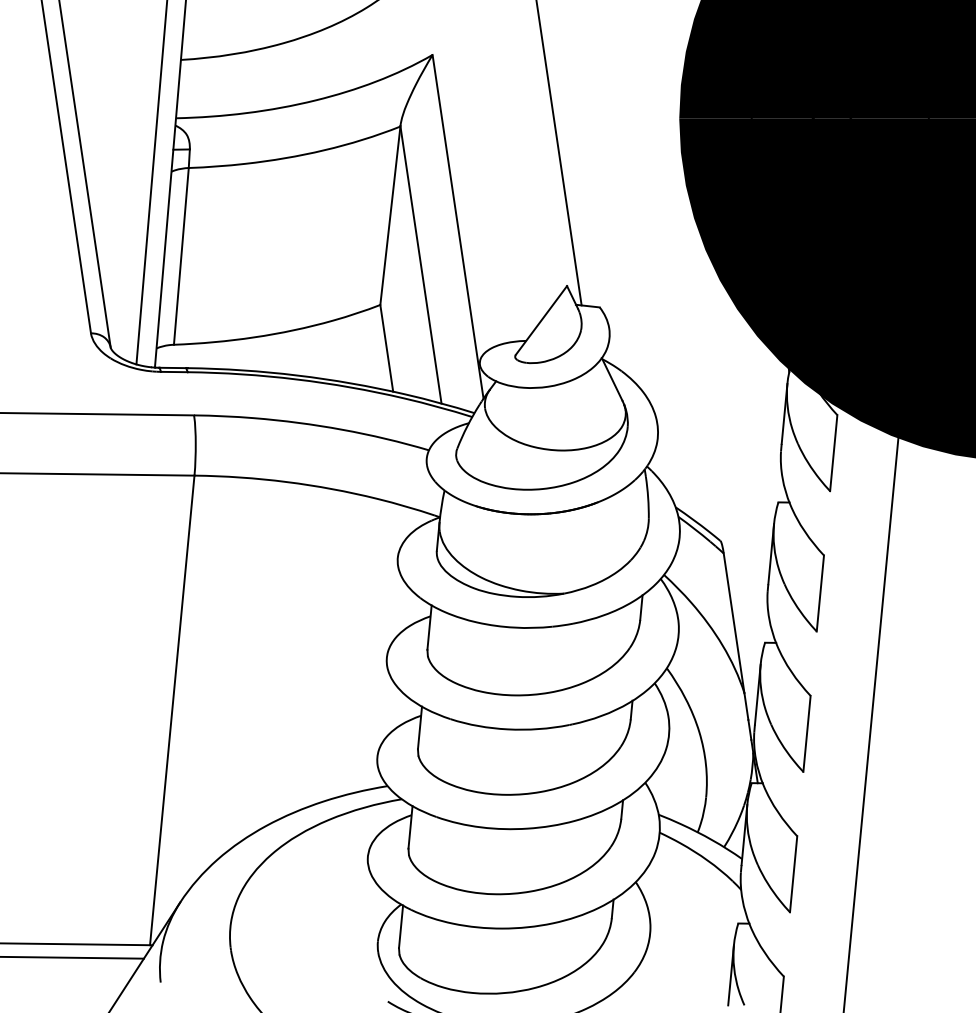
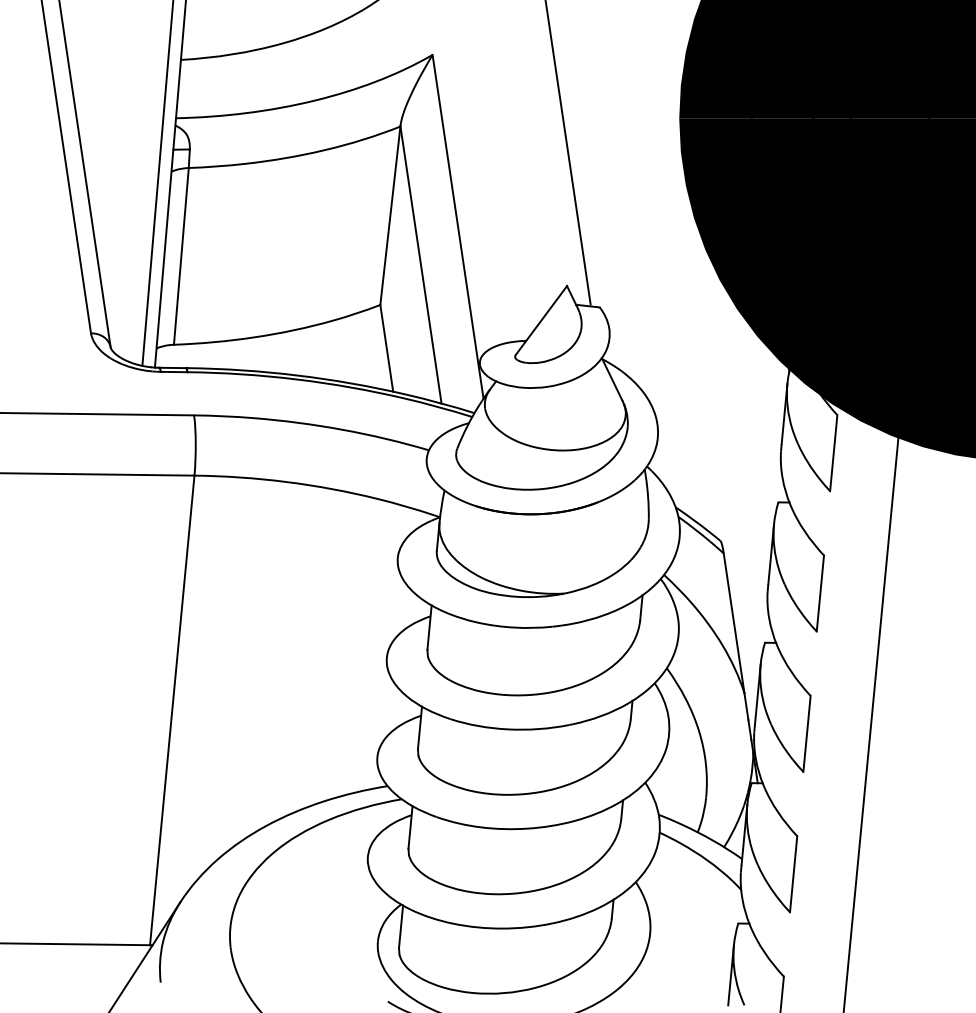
line at (558, 153) position: (558, 153) -> (567, 153)
line at (151, 183) position: (151, 183) -> (157, 183)
line at (72, 957): present -> none
